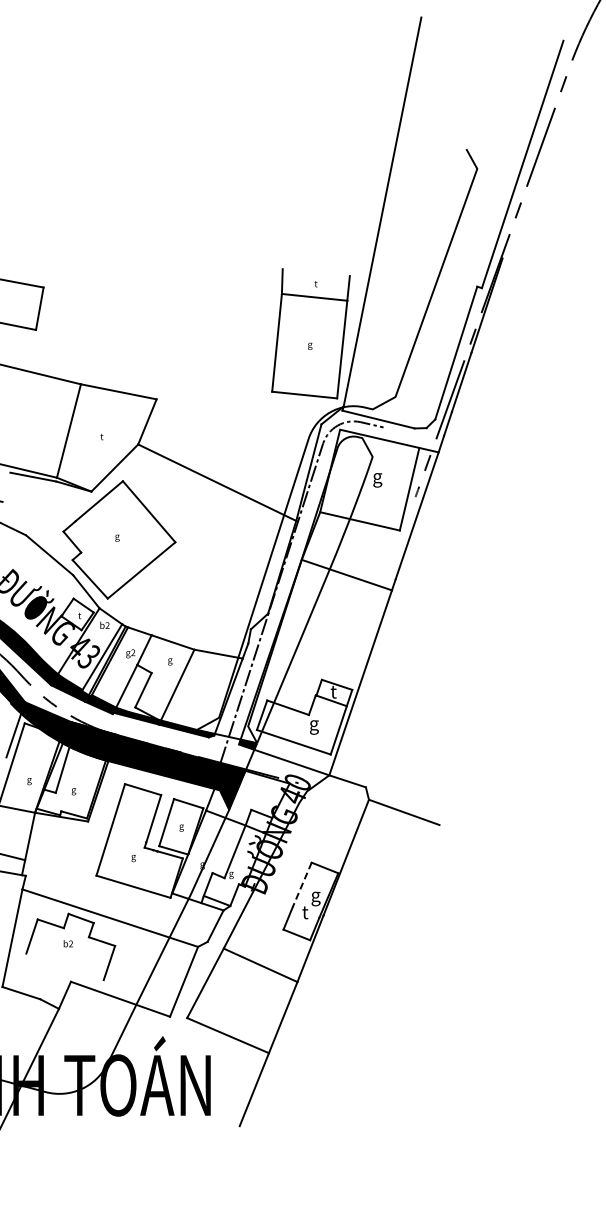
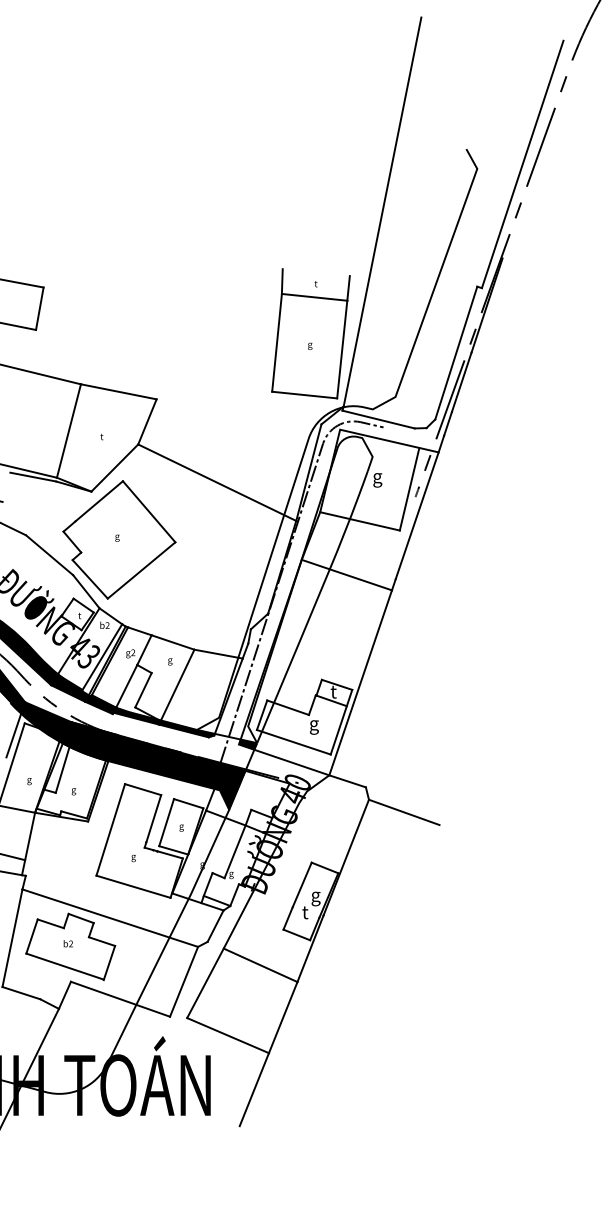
line at (302, 885): dashed -> solid
line at (64, 966): none -> present
